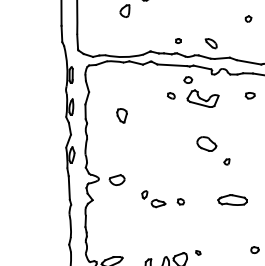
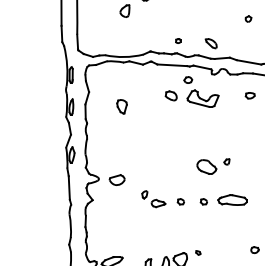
part at (171, 95) size: 9x8 px -> 14x12 px
part at (121, 115) position: (121, 115) -> (121, 106)
part at (206, 143) position: (206, 143) -> (206, 166)
part at (203, 201): none -> present
